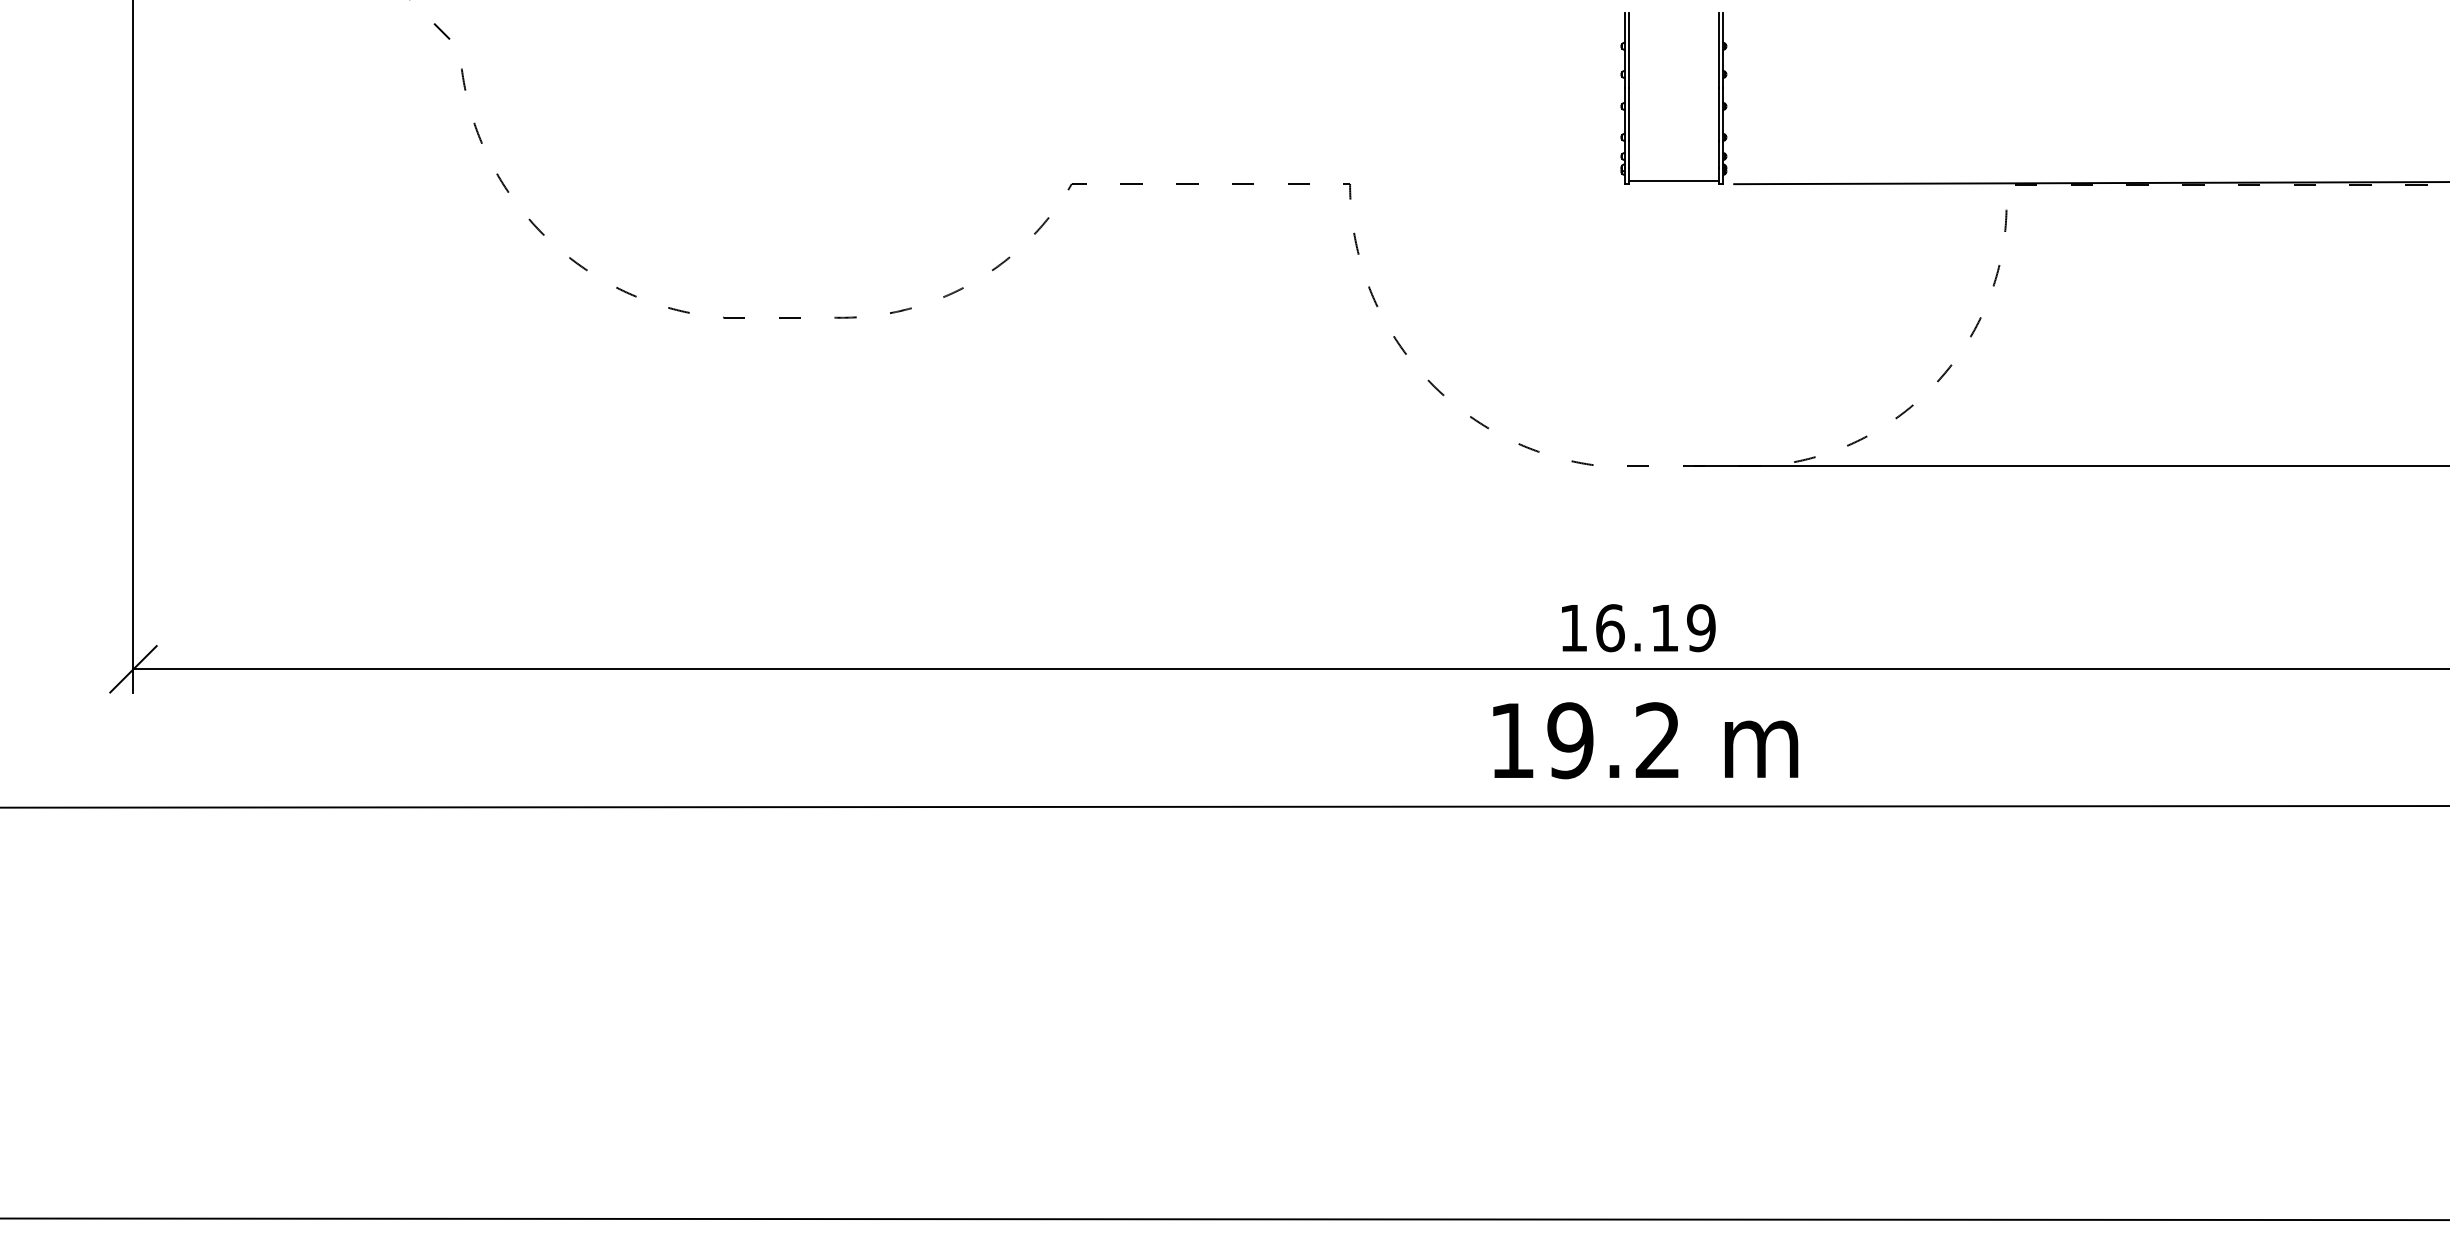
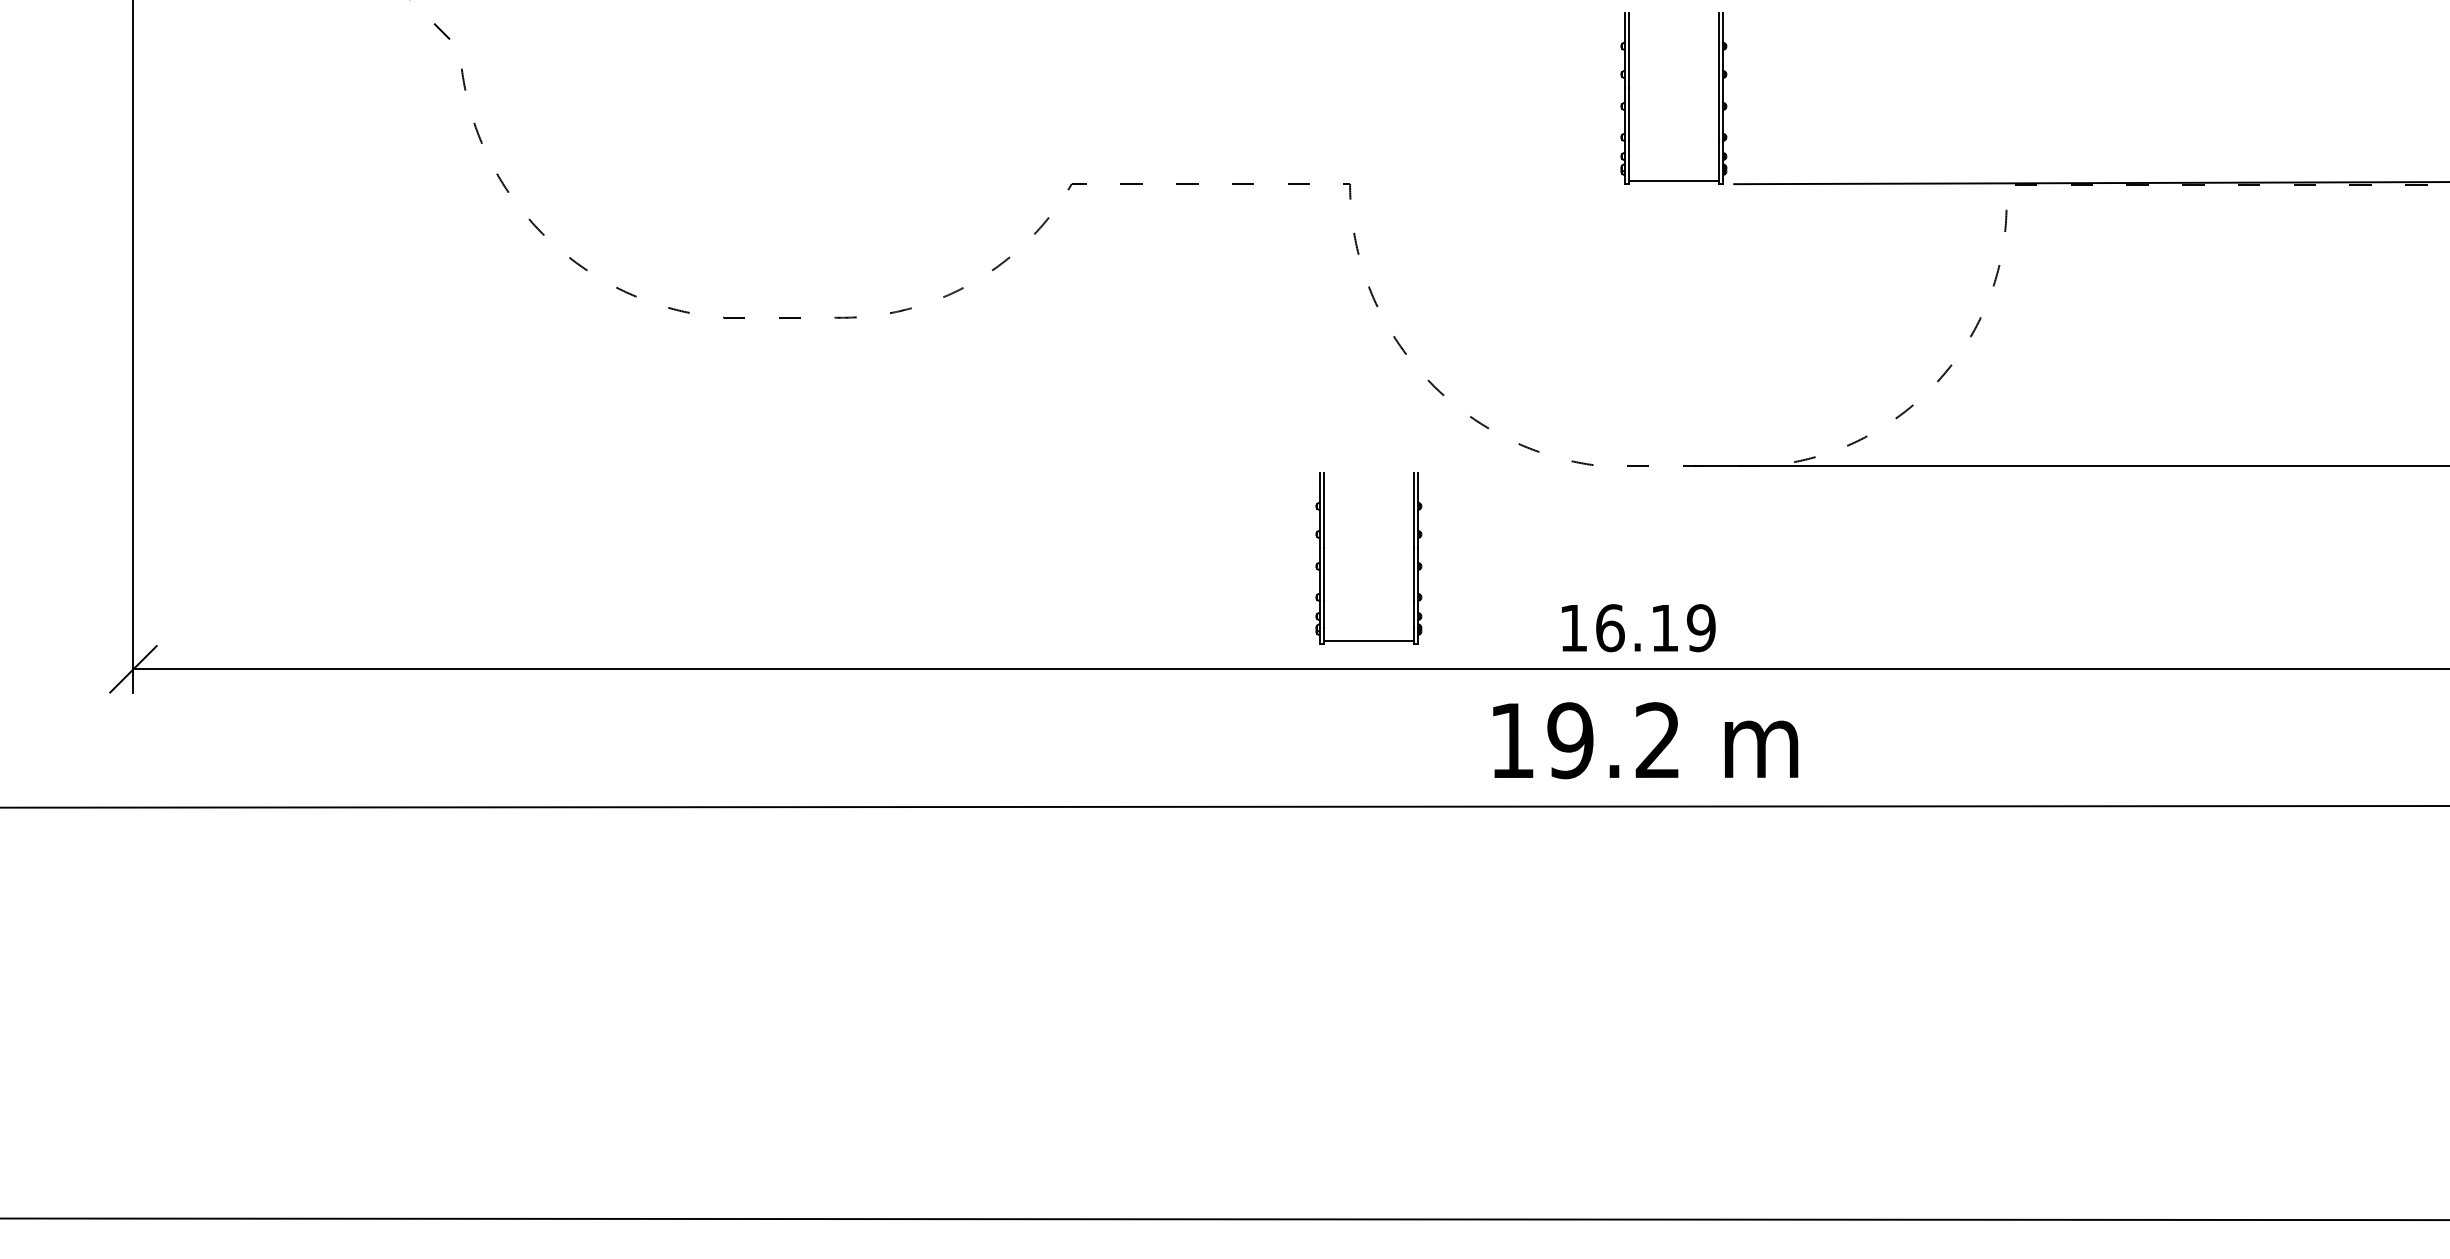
part at (1324, 558): none -> present
